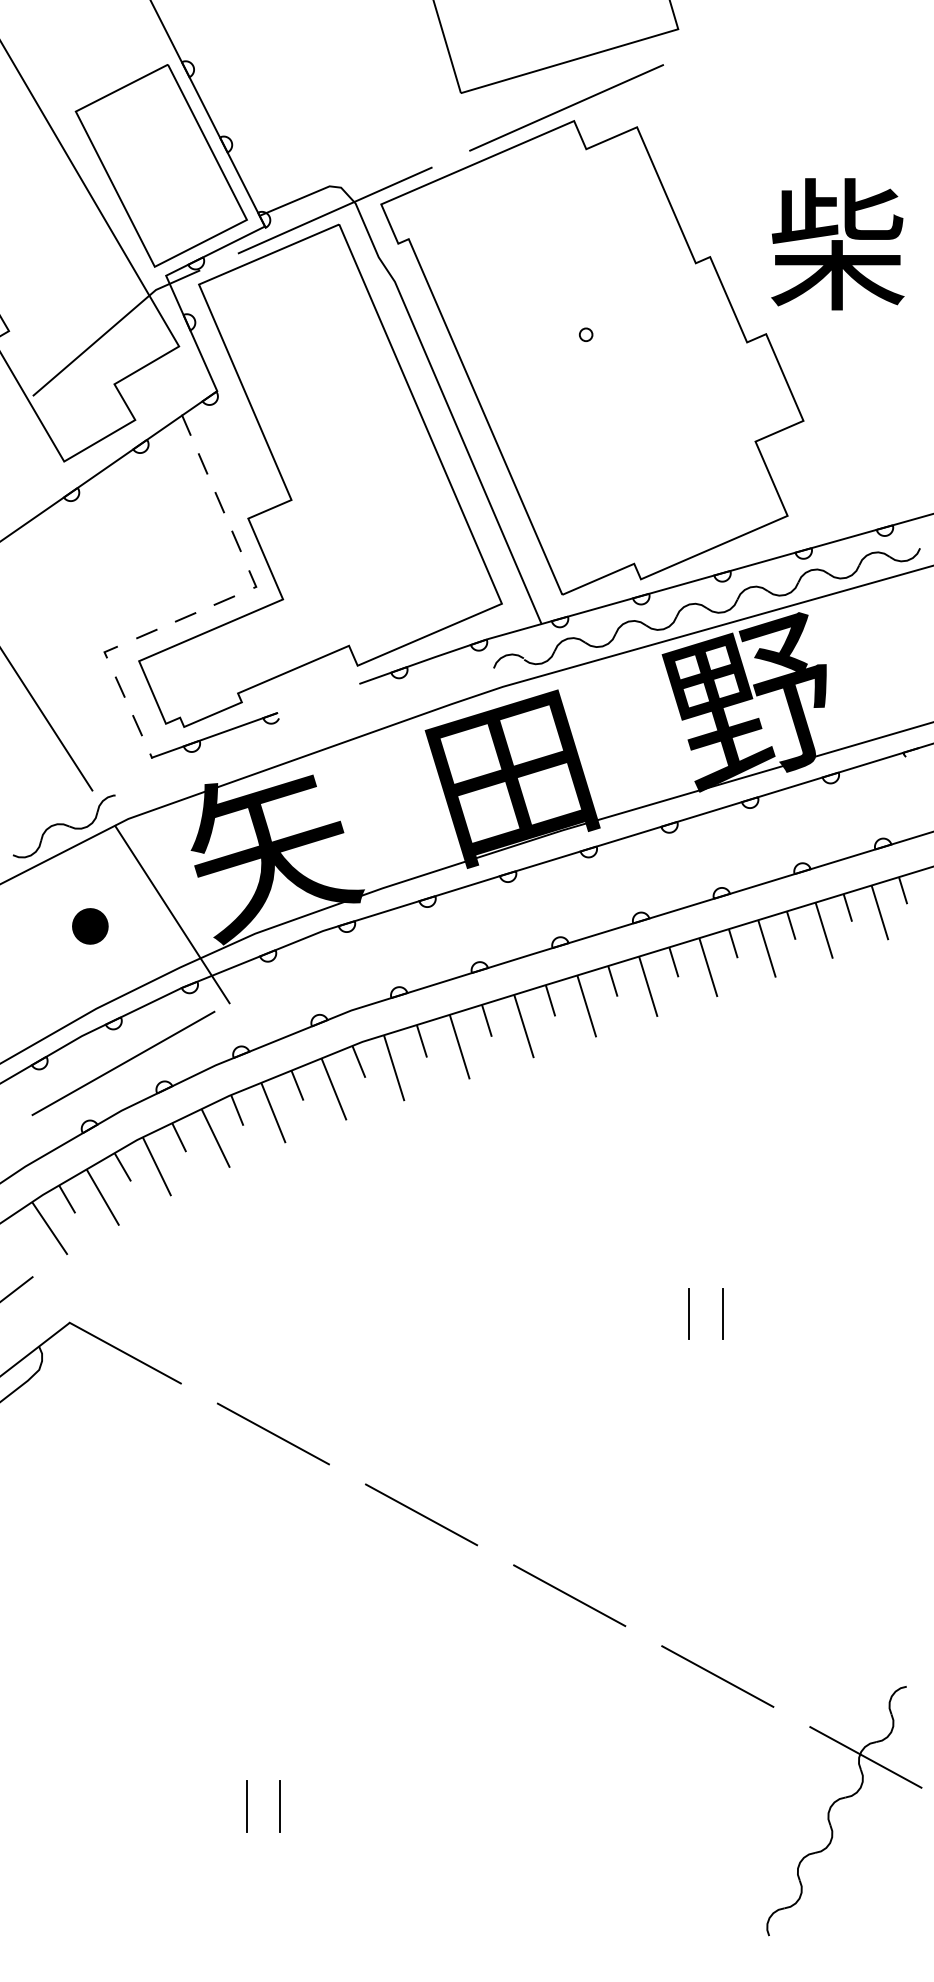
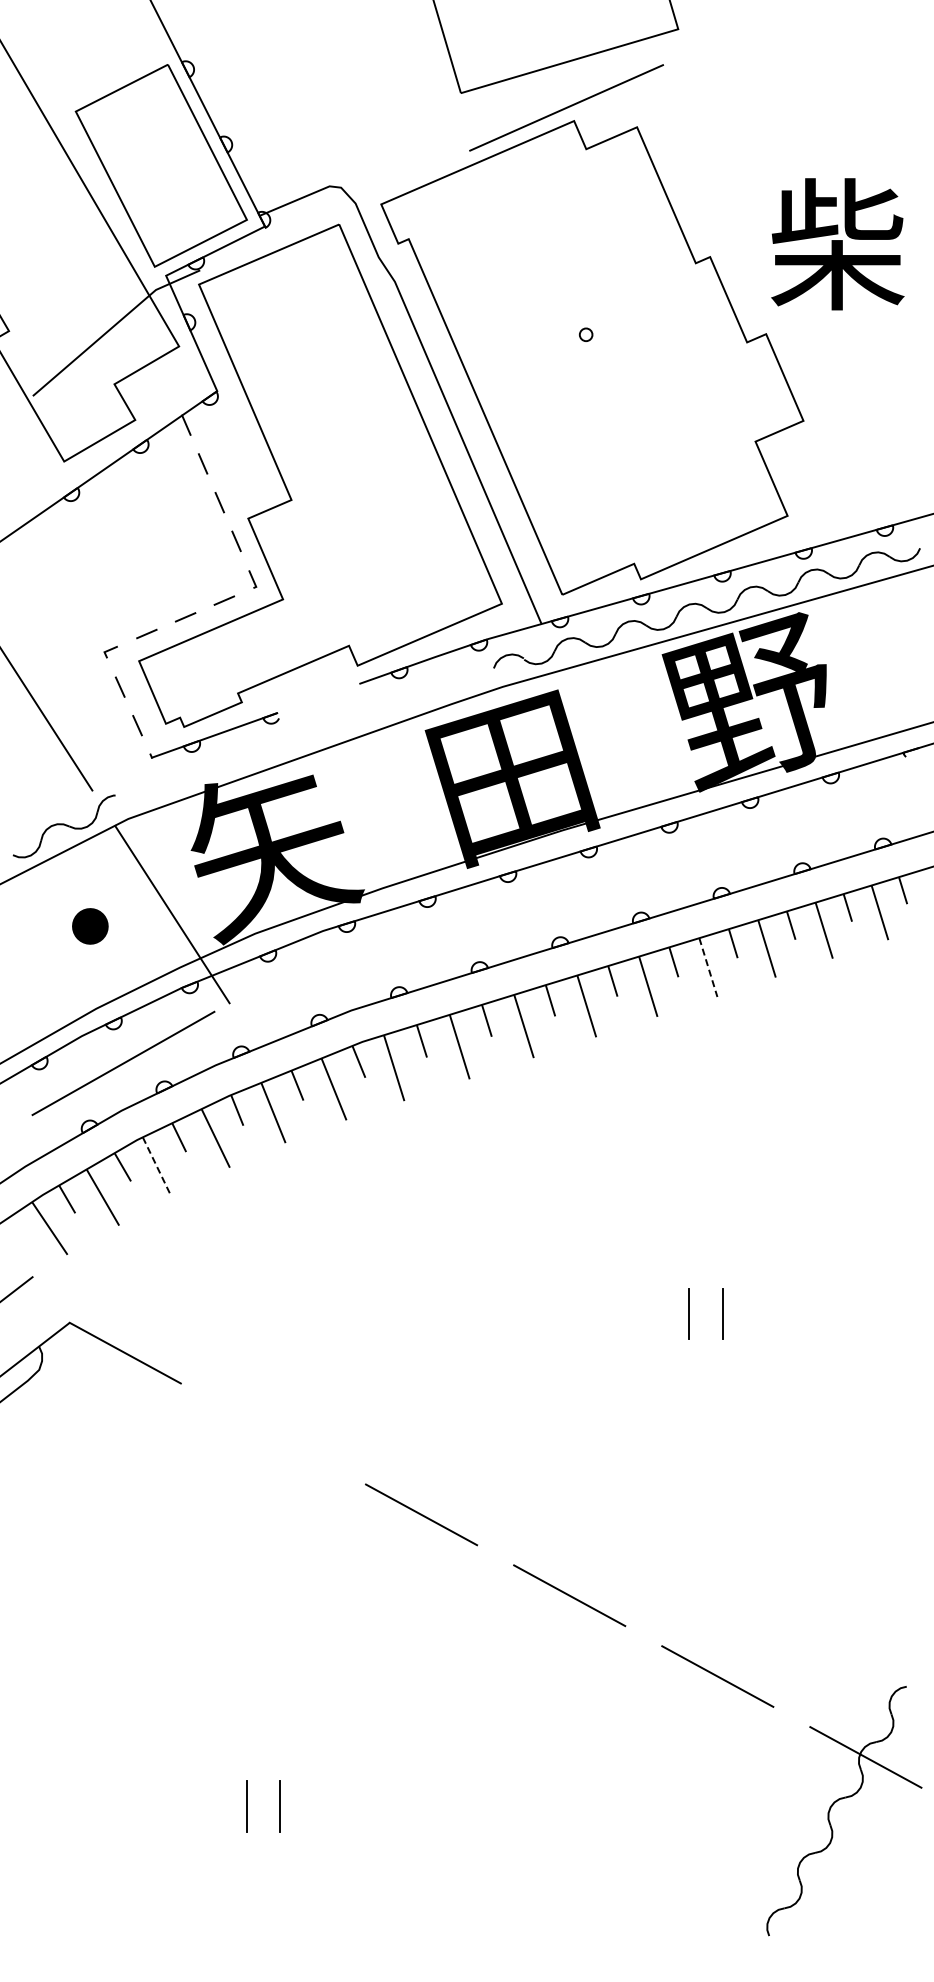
line at (334, 210): present -> none
line at (708, 967): solid -> dashed
line at (157, 1166): solid -> dashed
line at (272, 1433): present -> none
